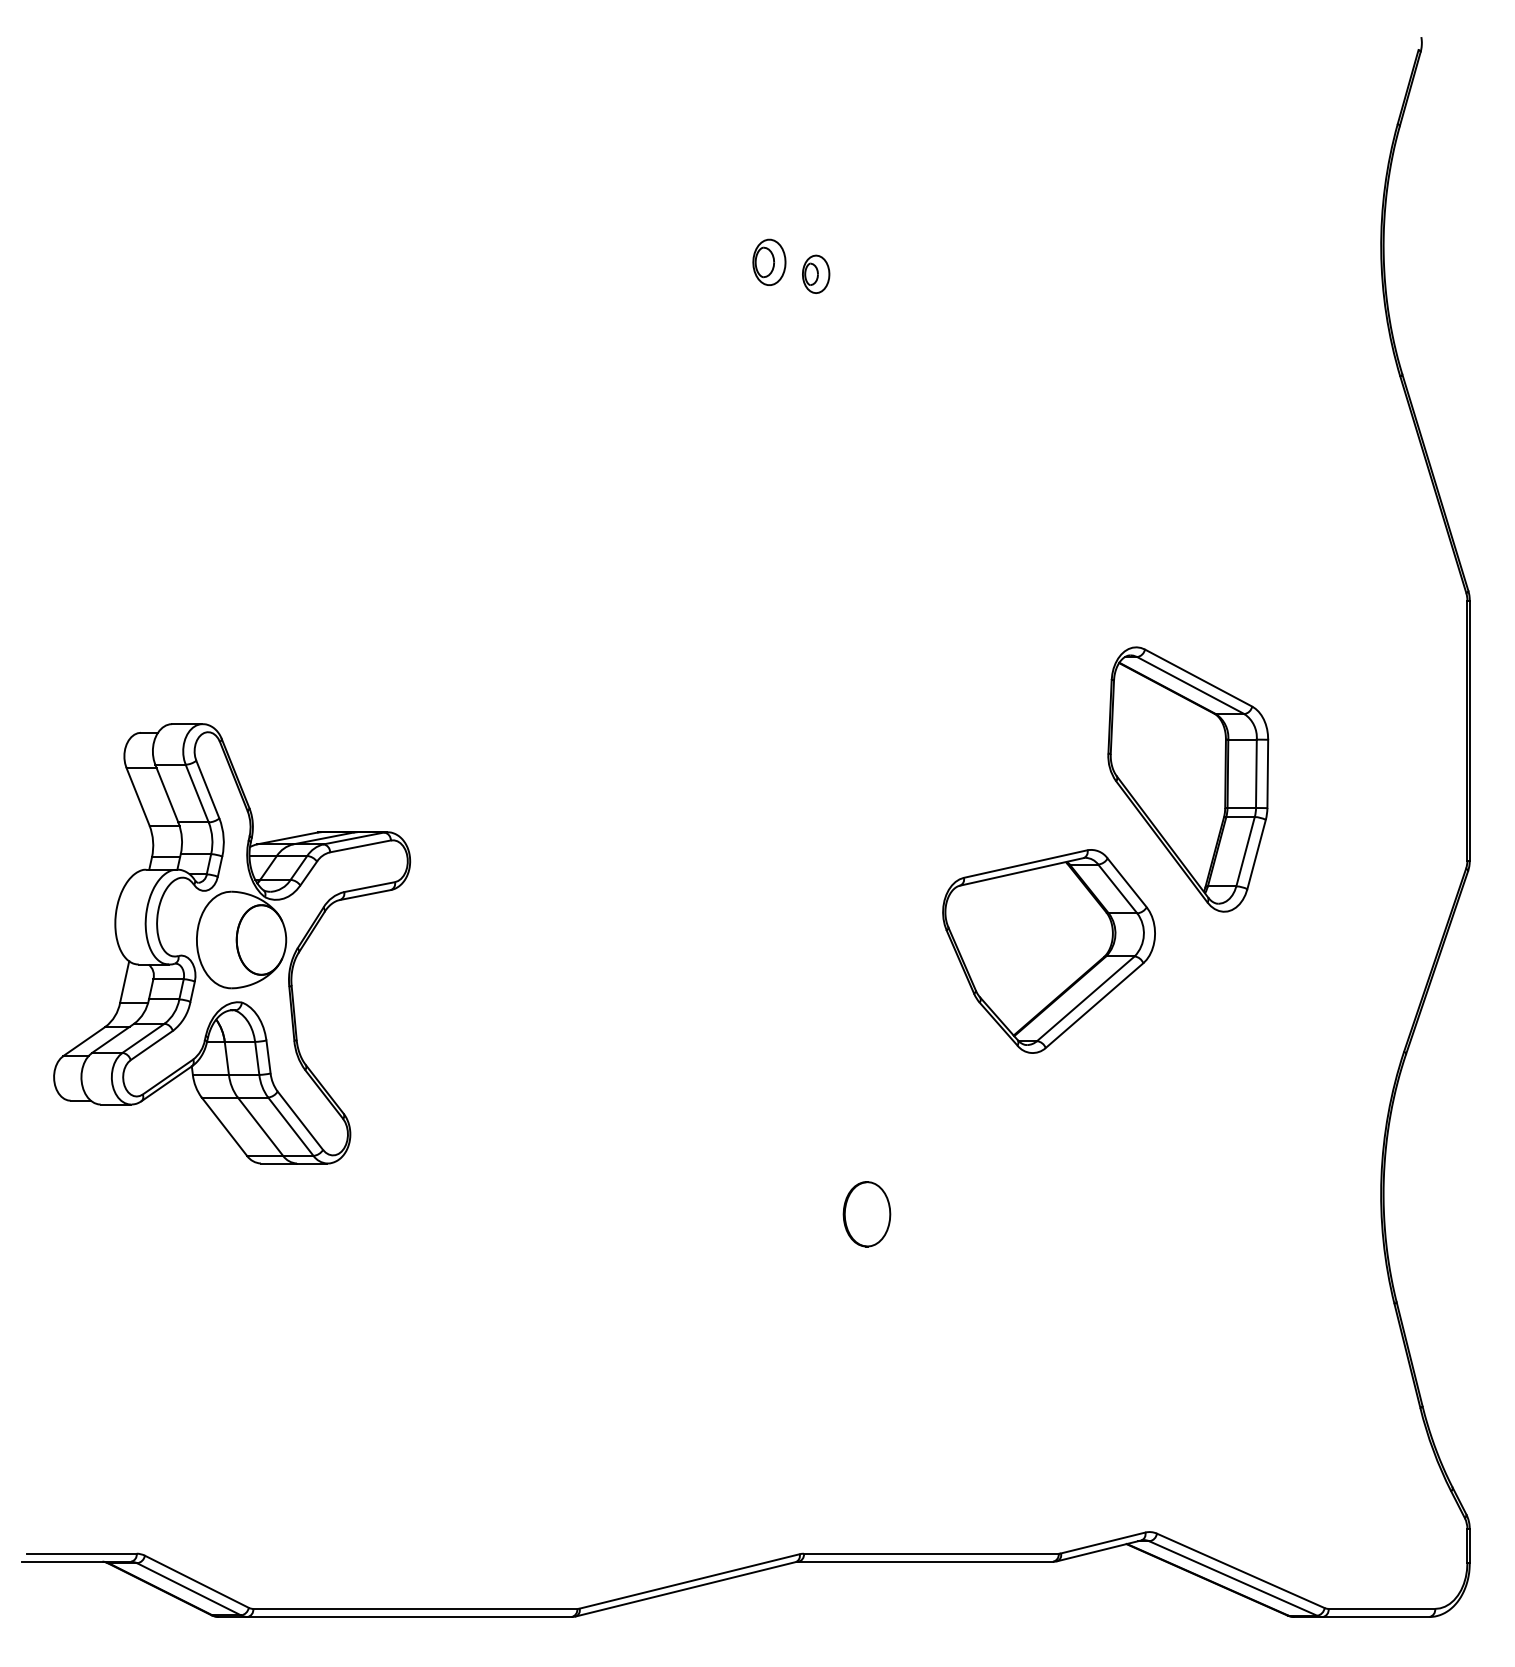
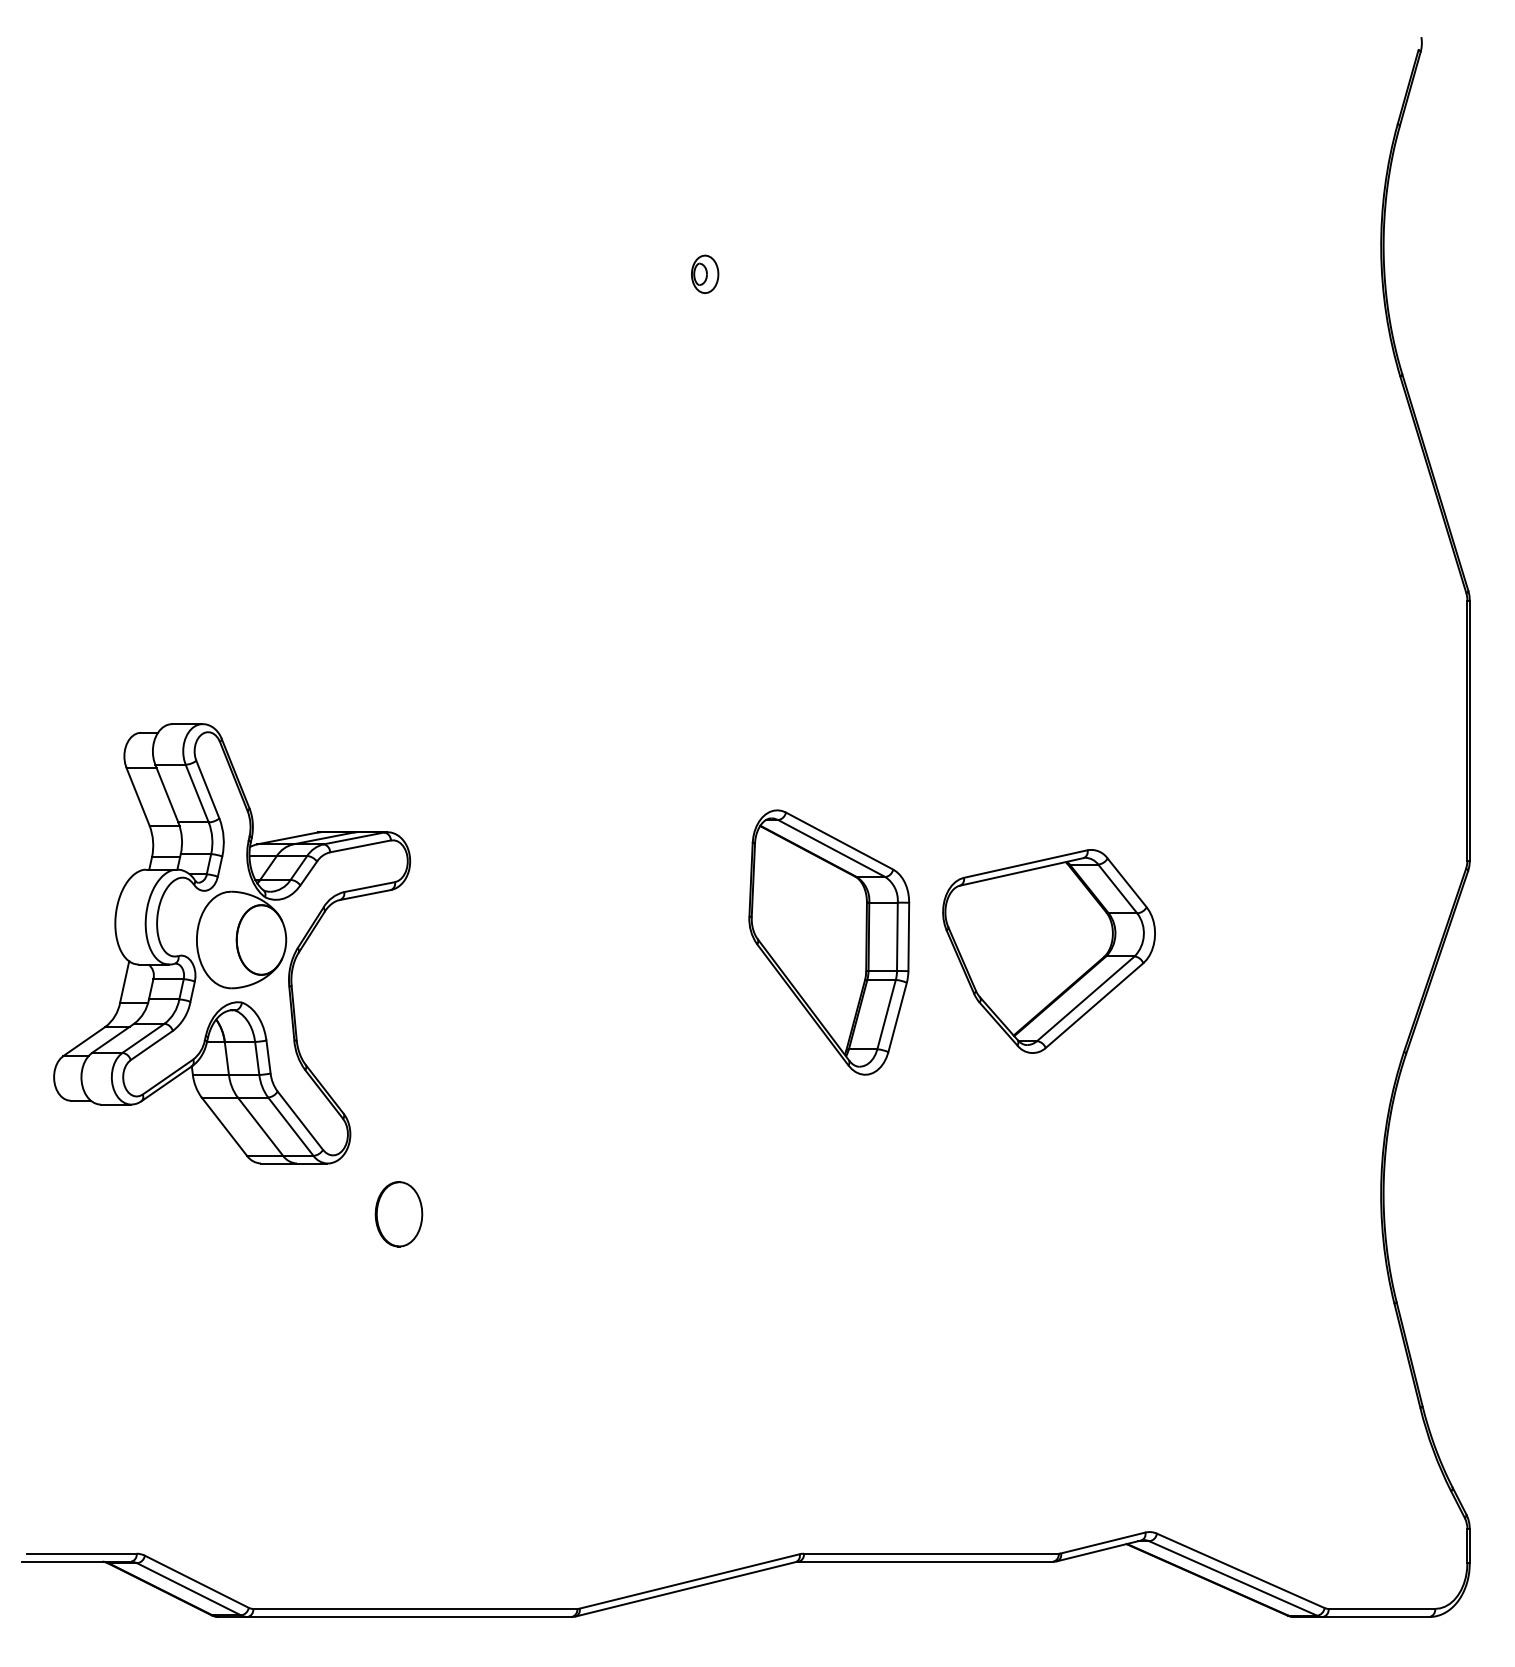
part at (769, 261): present -> none
part at (816, 273) position: (816, 273) -> (705, 273)
part at (1188, 779) position: (1188, 779) -> (829, 942)
part at (866, 1214) position: (866, 1214) -> (398, 1214)
